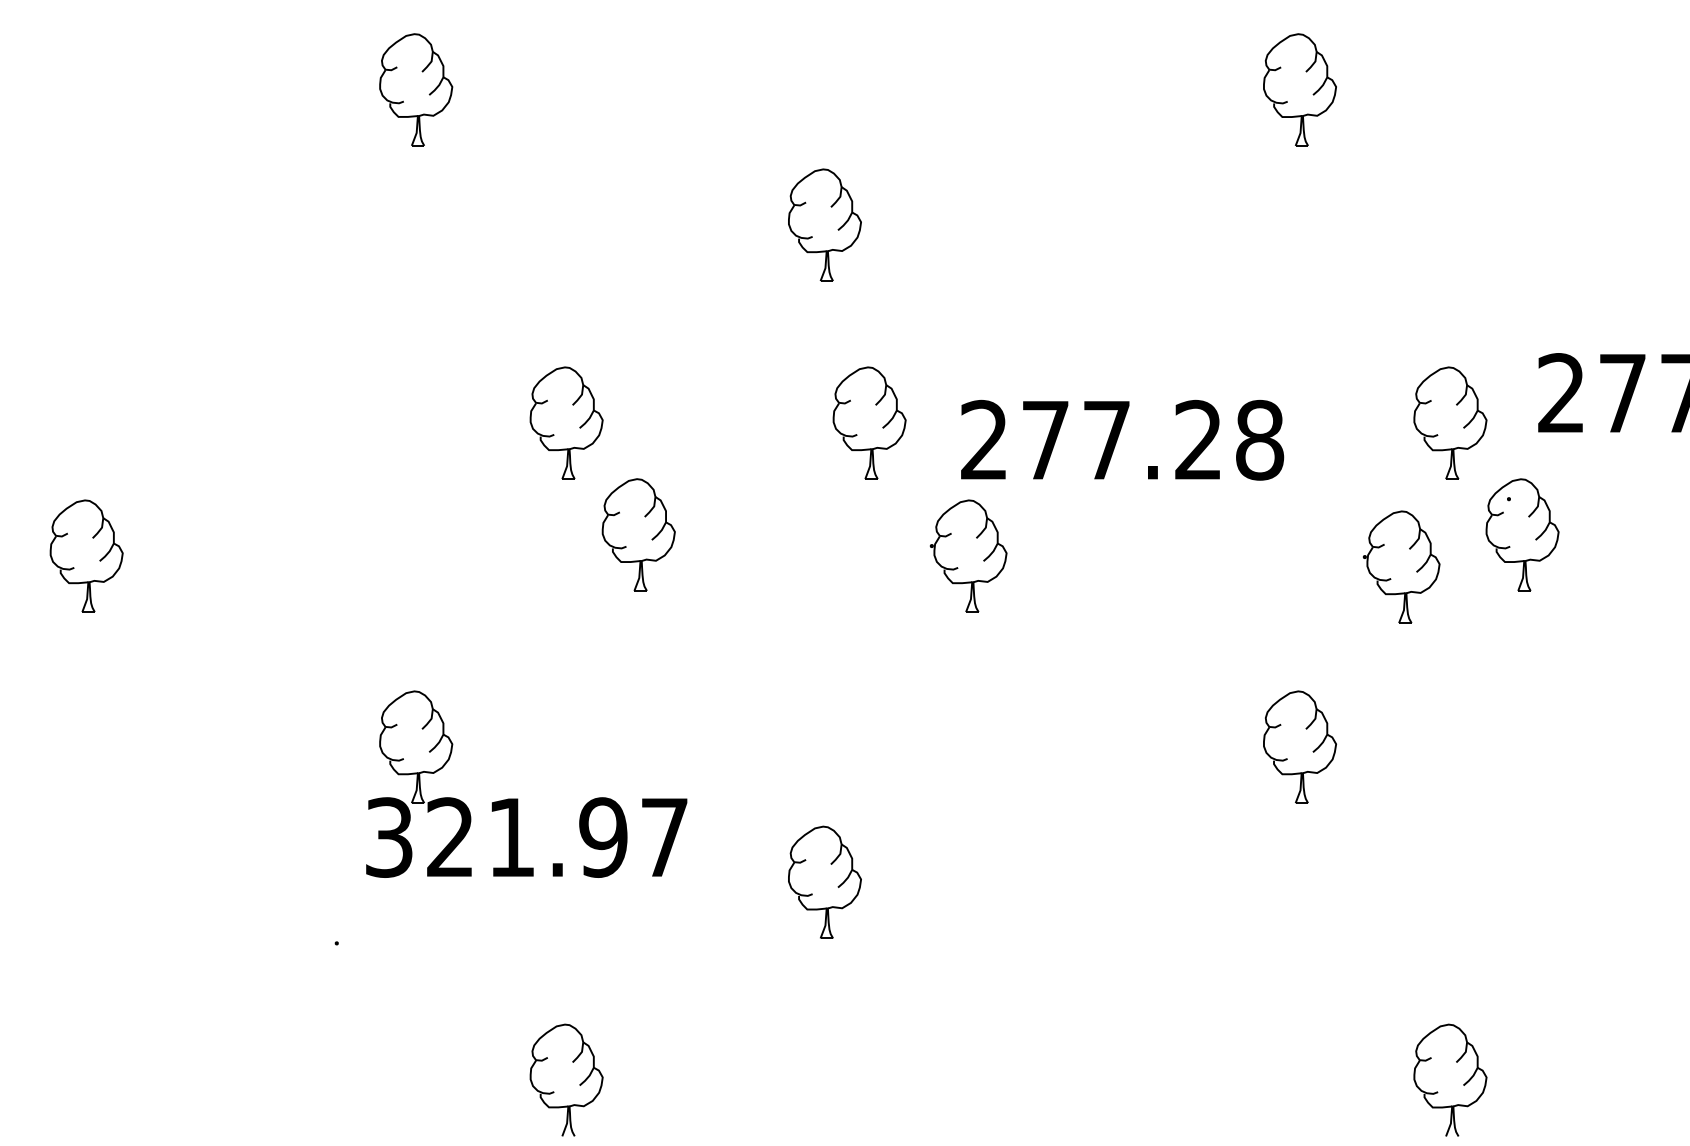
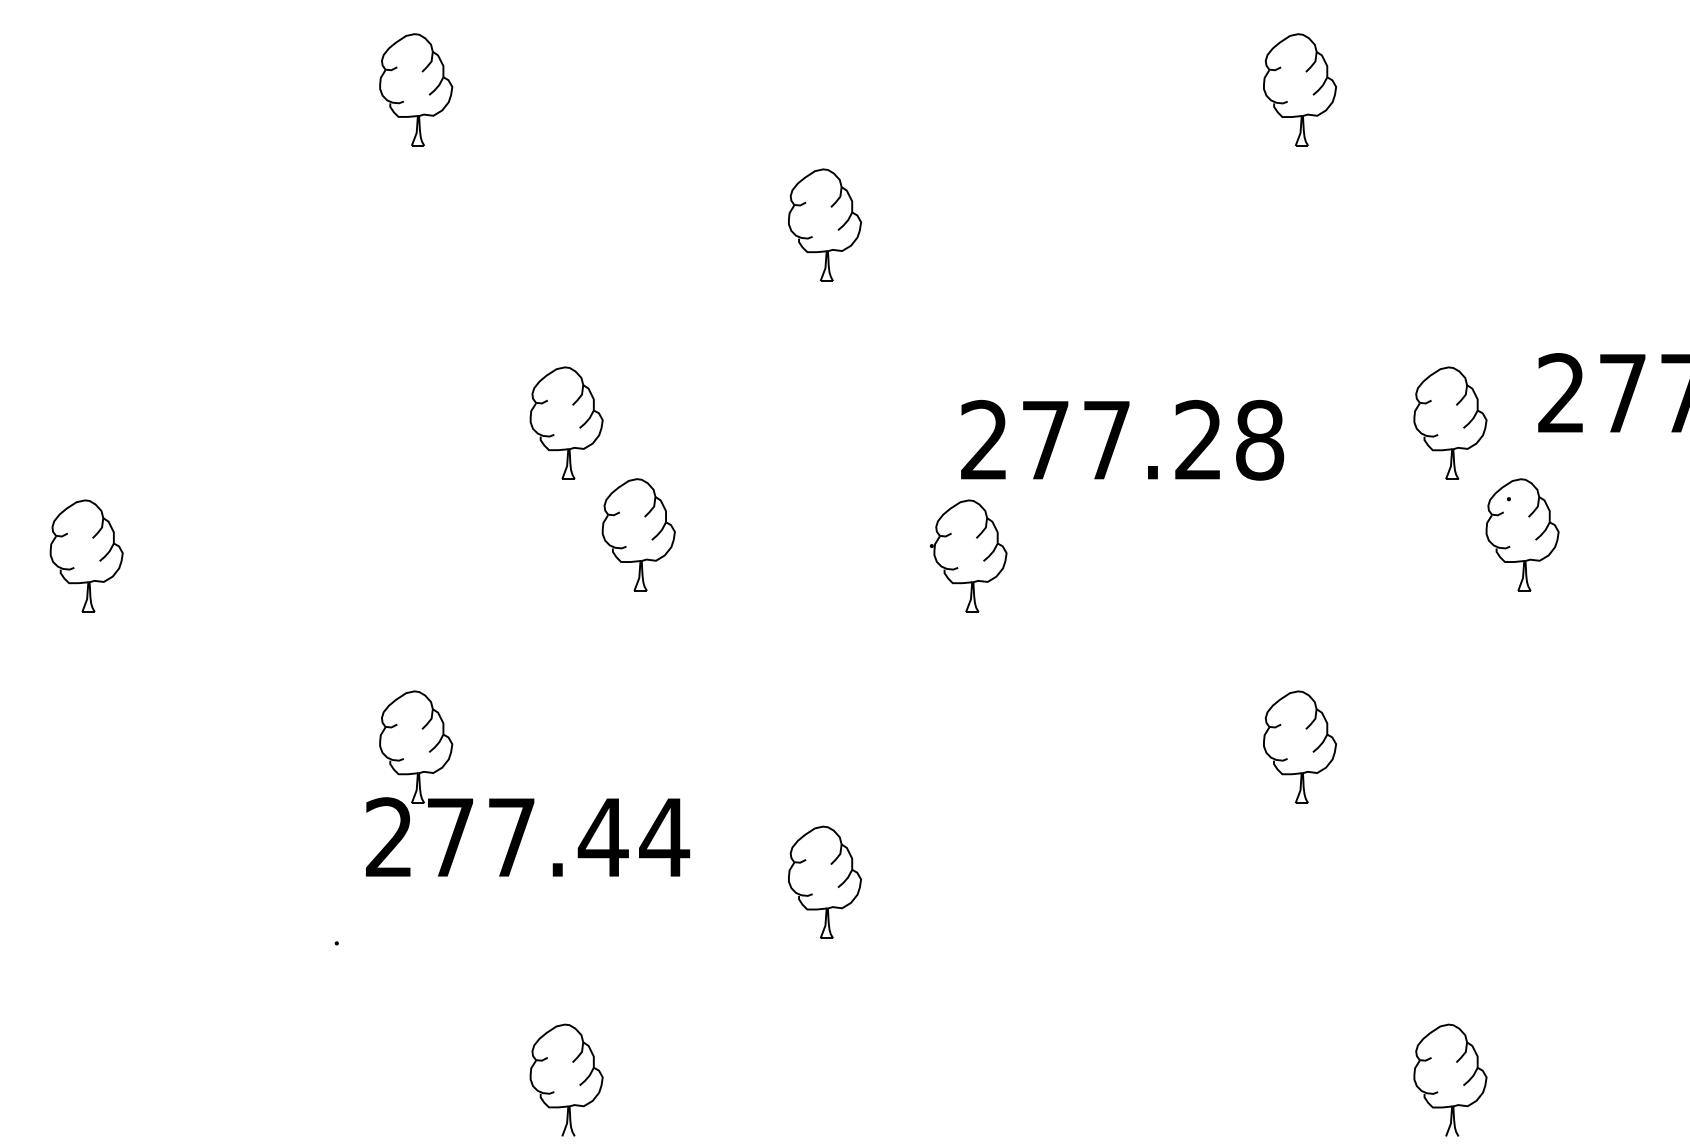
part at (869, 422): present -> none
part at (1401, 566): present -> none
text at (528, 837): 321.97 -> 277.44
